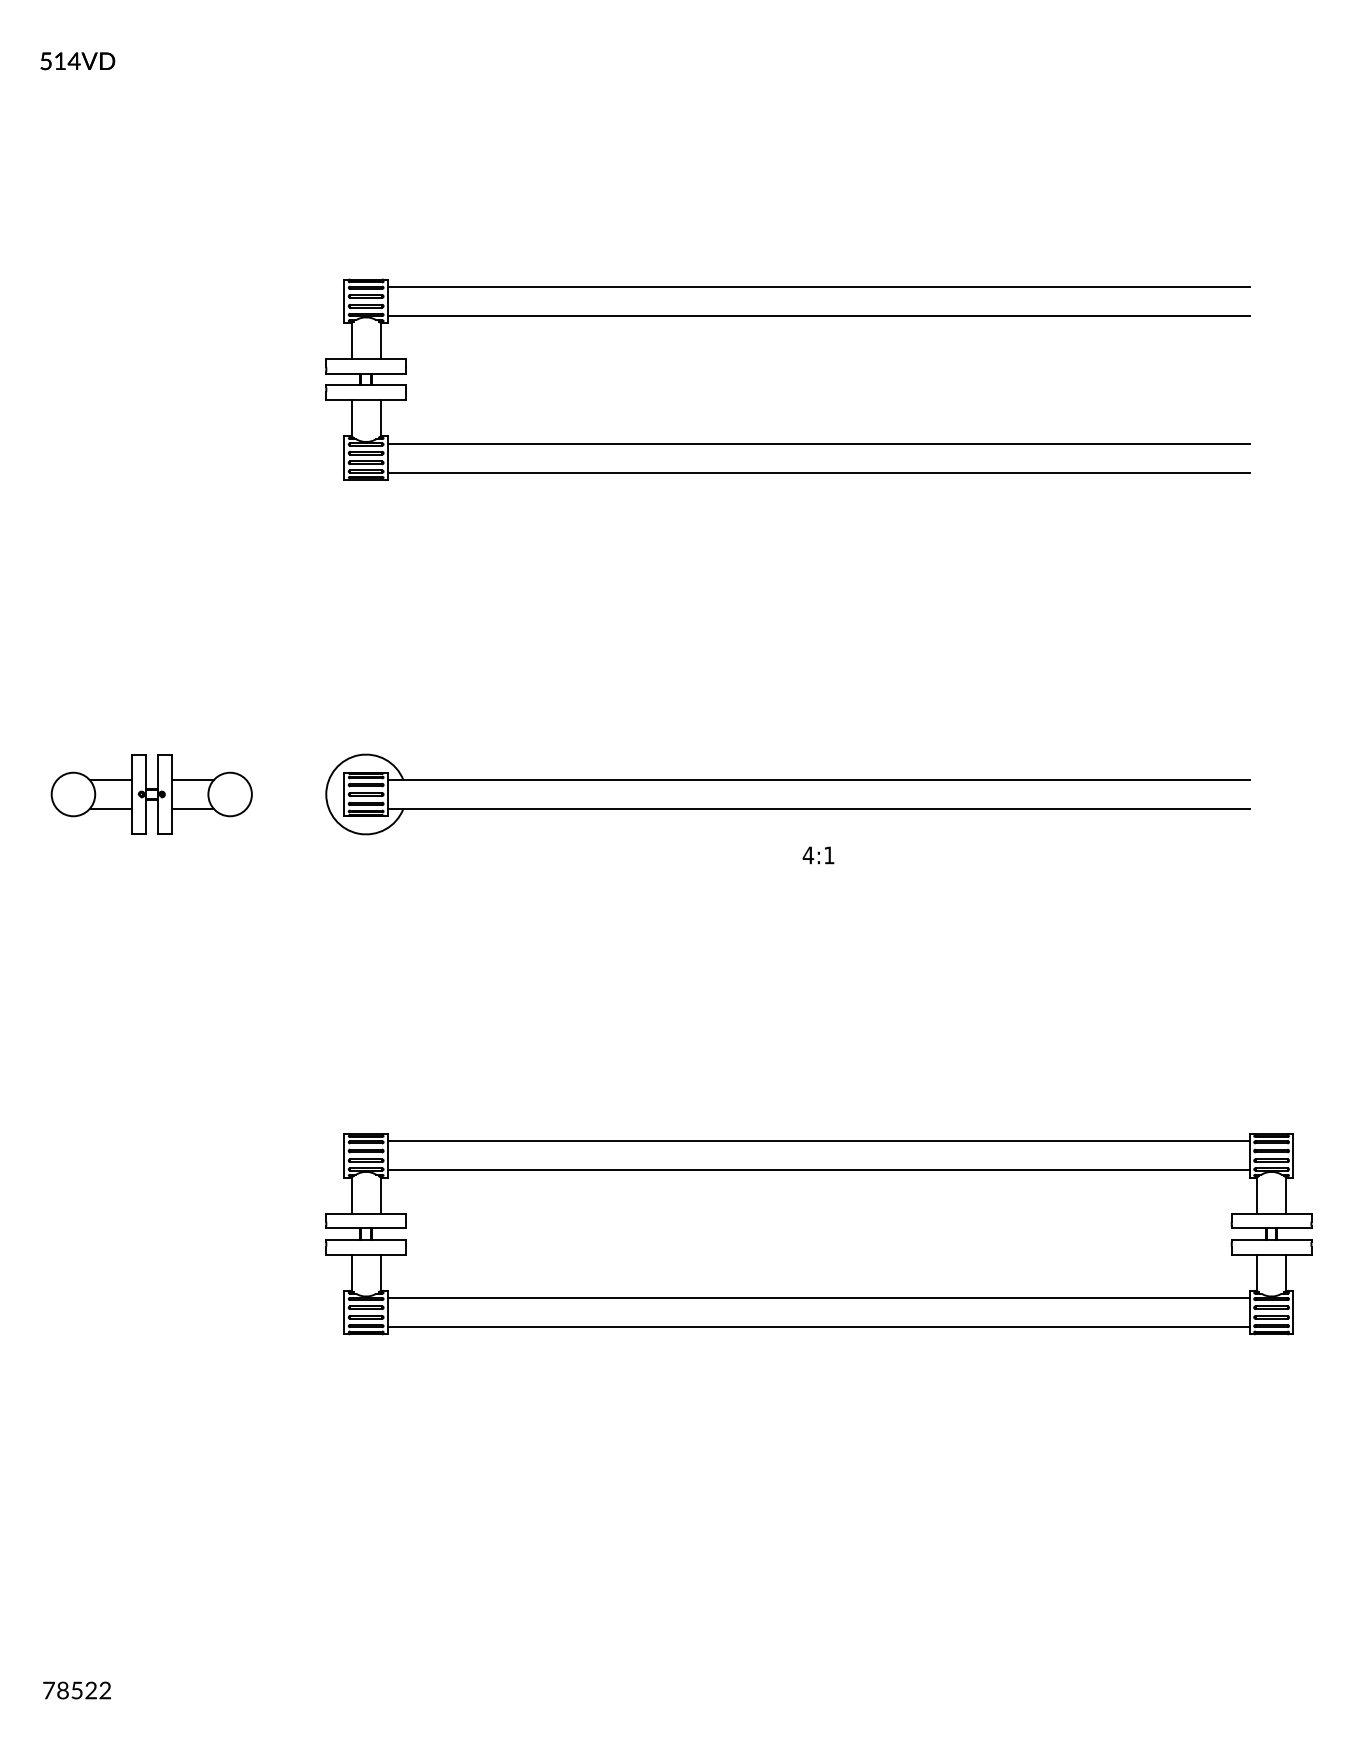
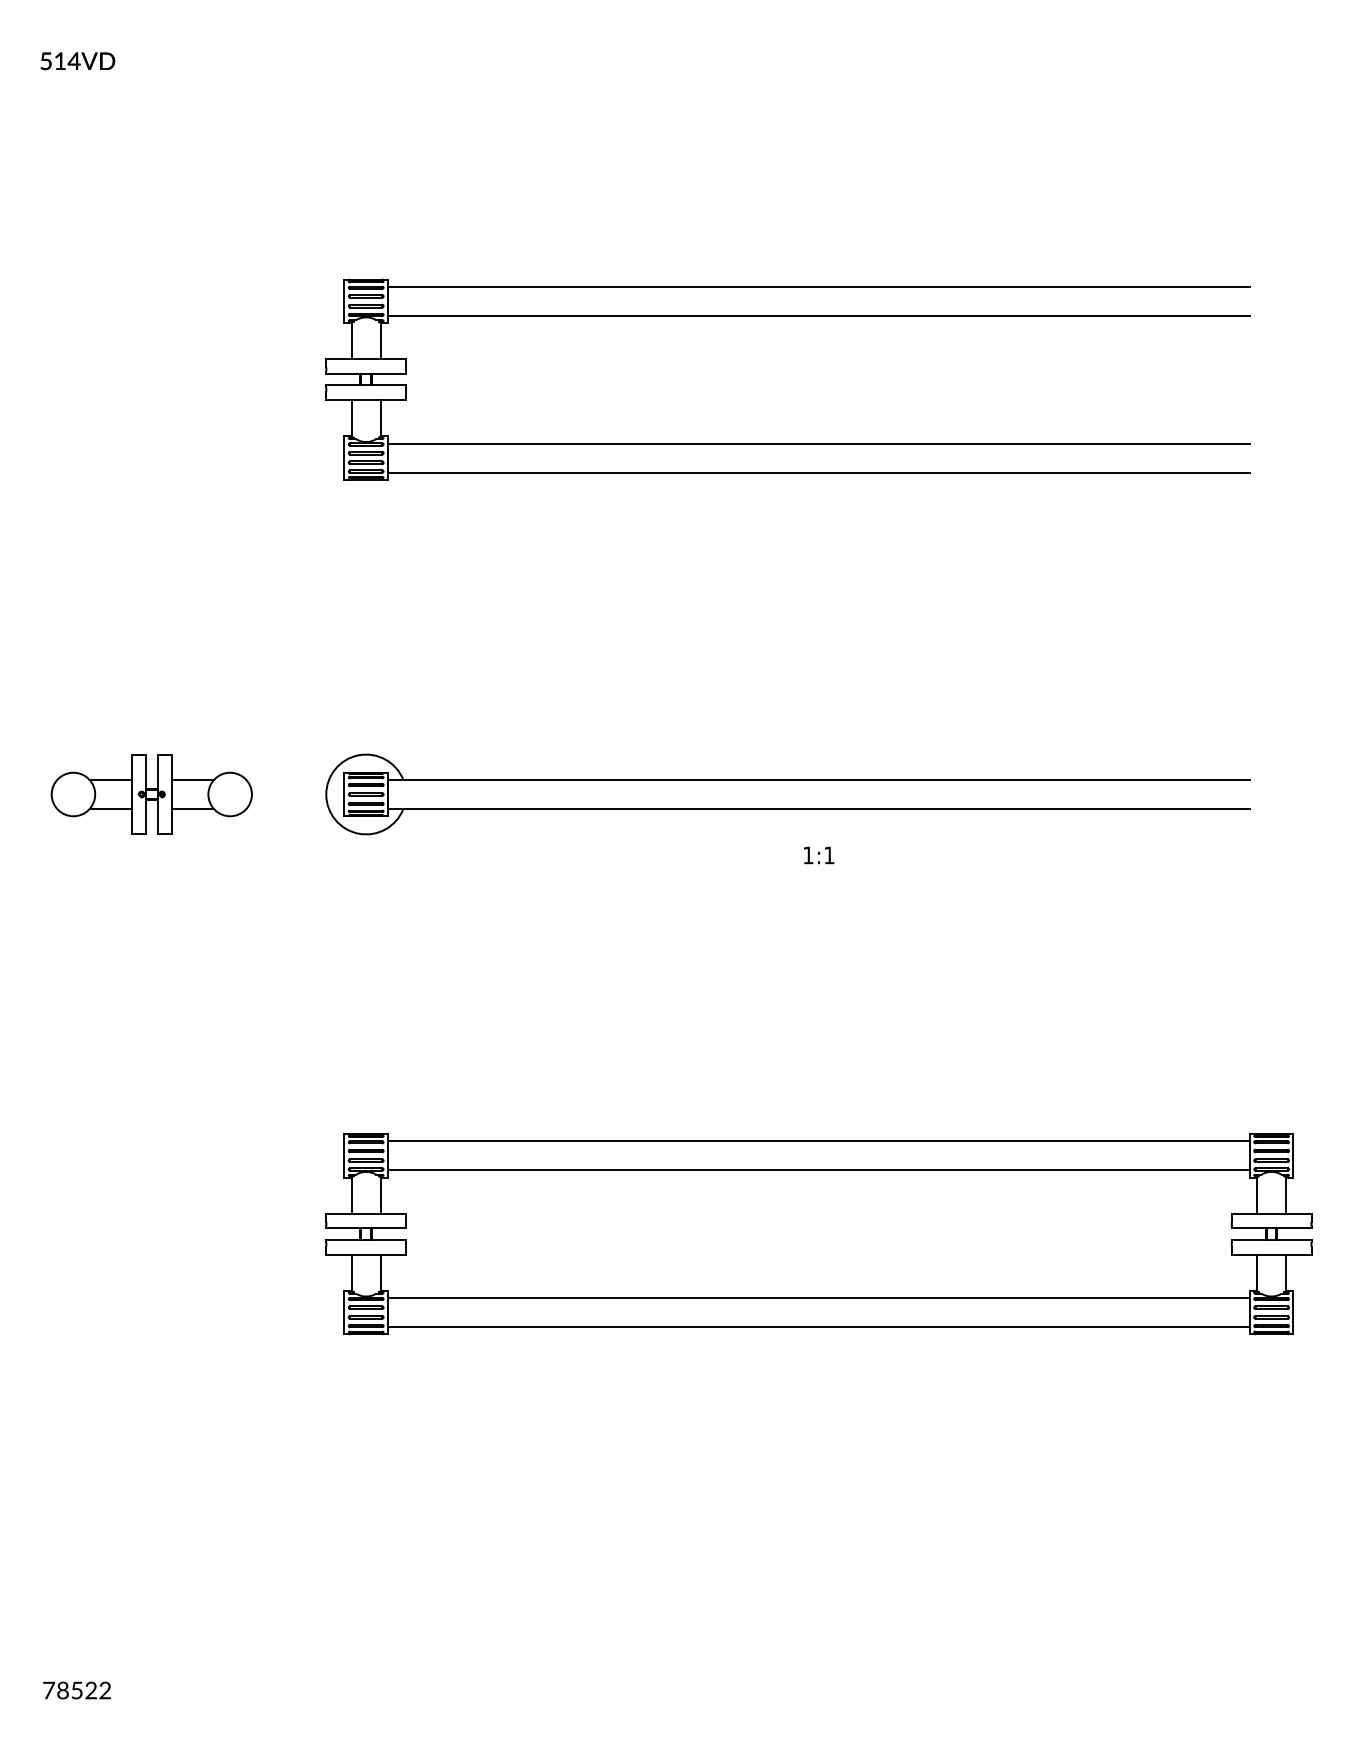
text at (808, 855): 4:1 -> 1:1
